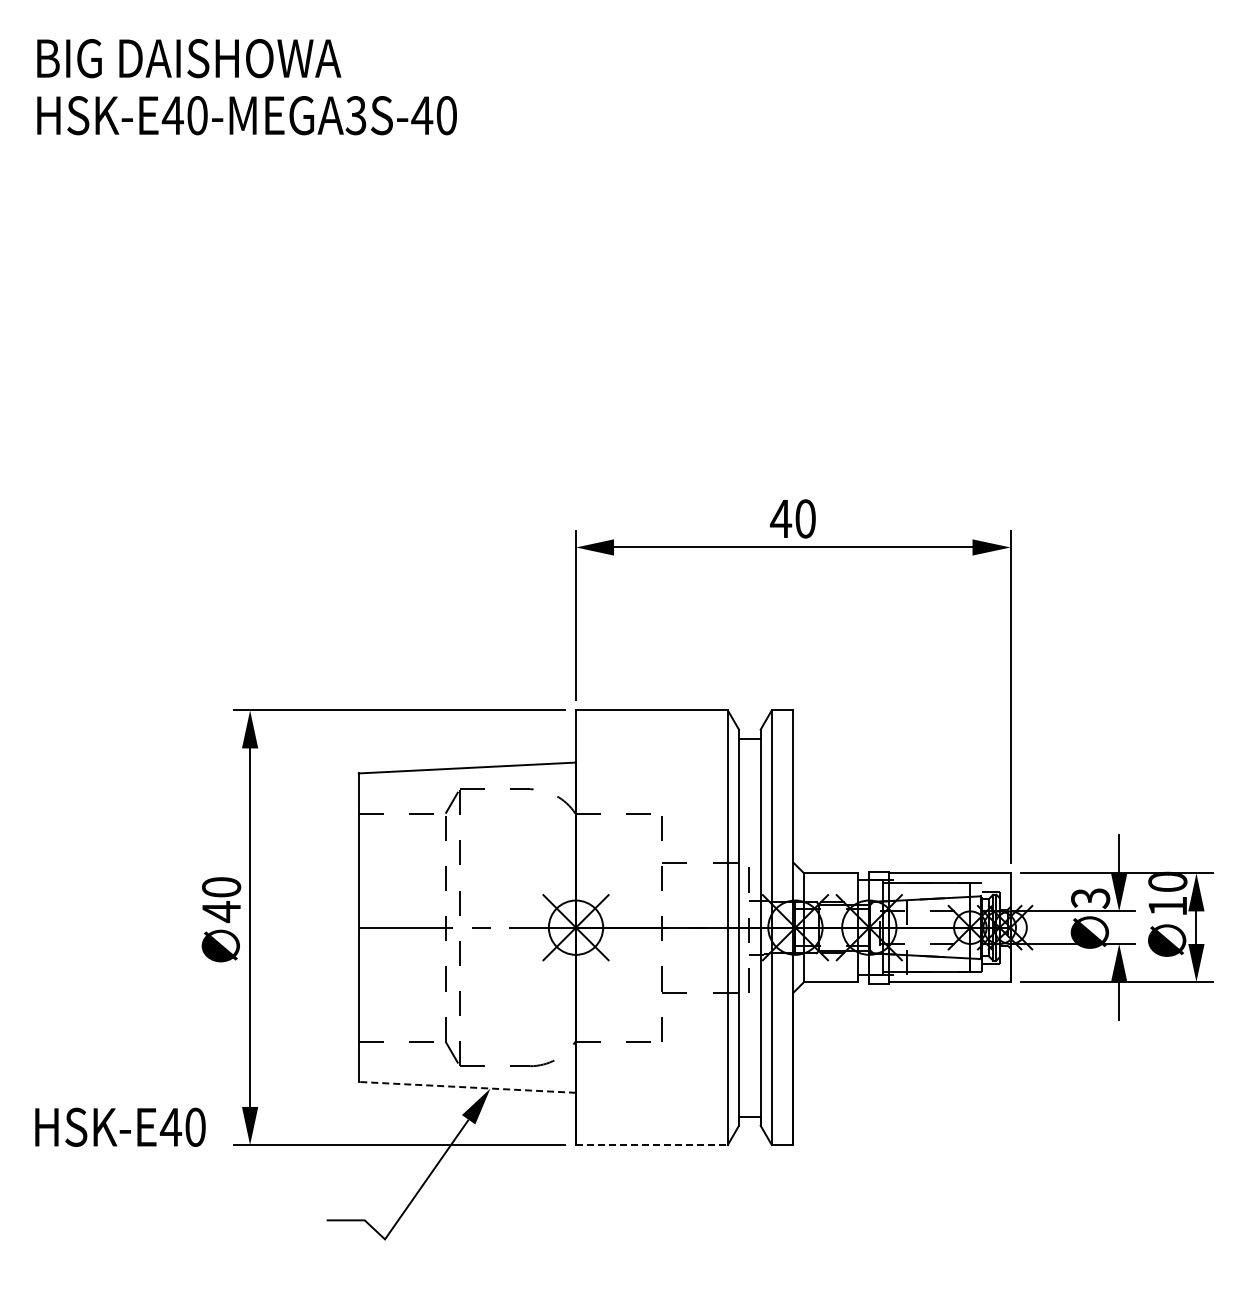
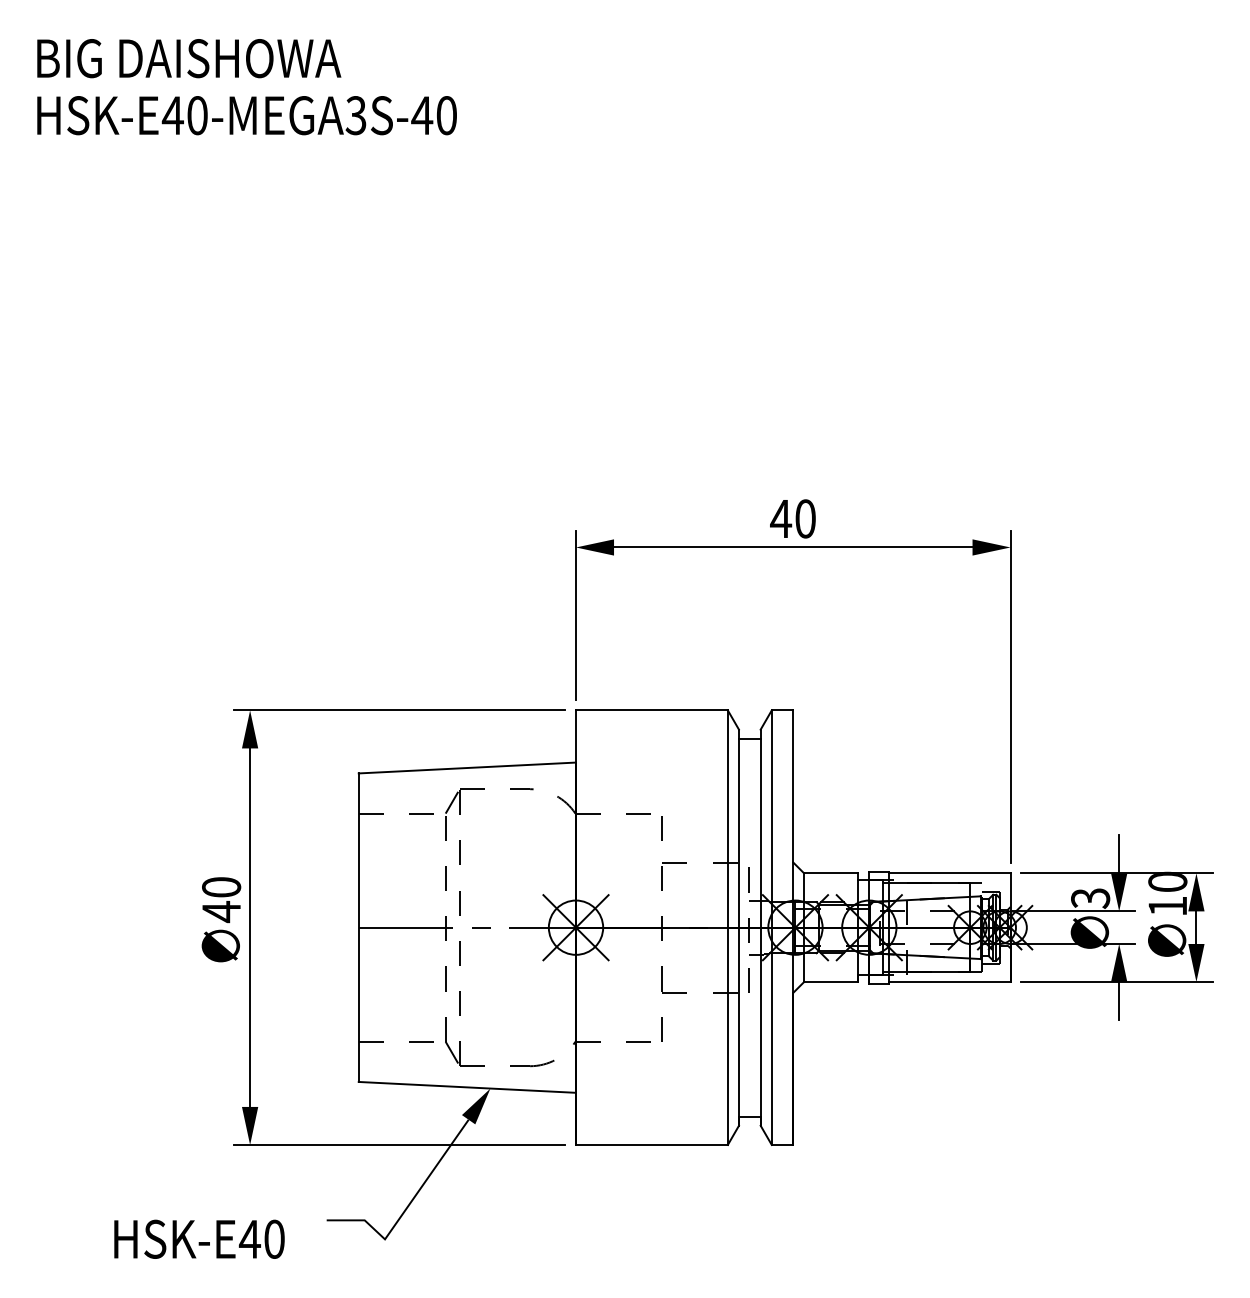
line at (467, 1087): dashed -> solid
text at (120, 1126) position: (120, 1126) -> (199, 1238)
line at (651, 1144): dashed -> solid
